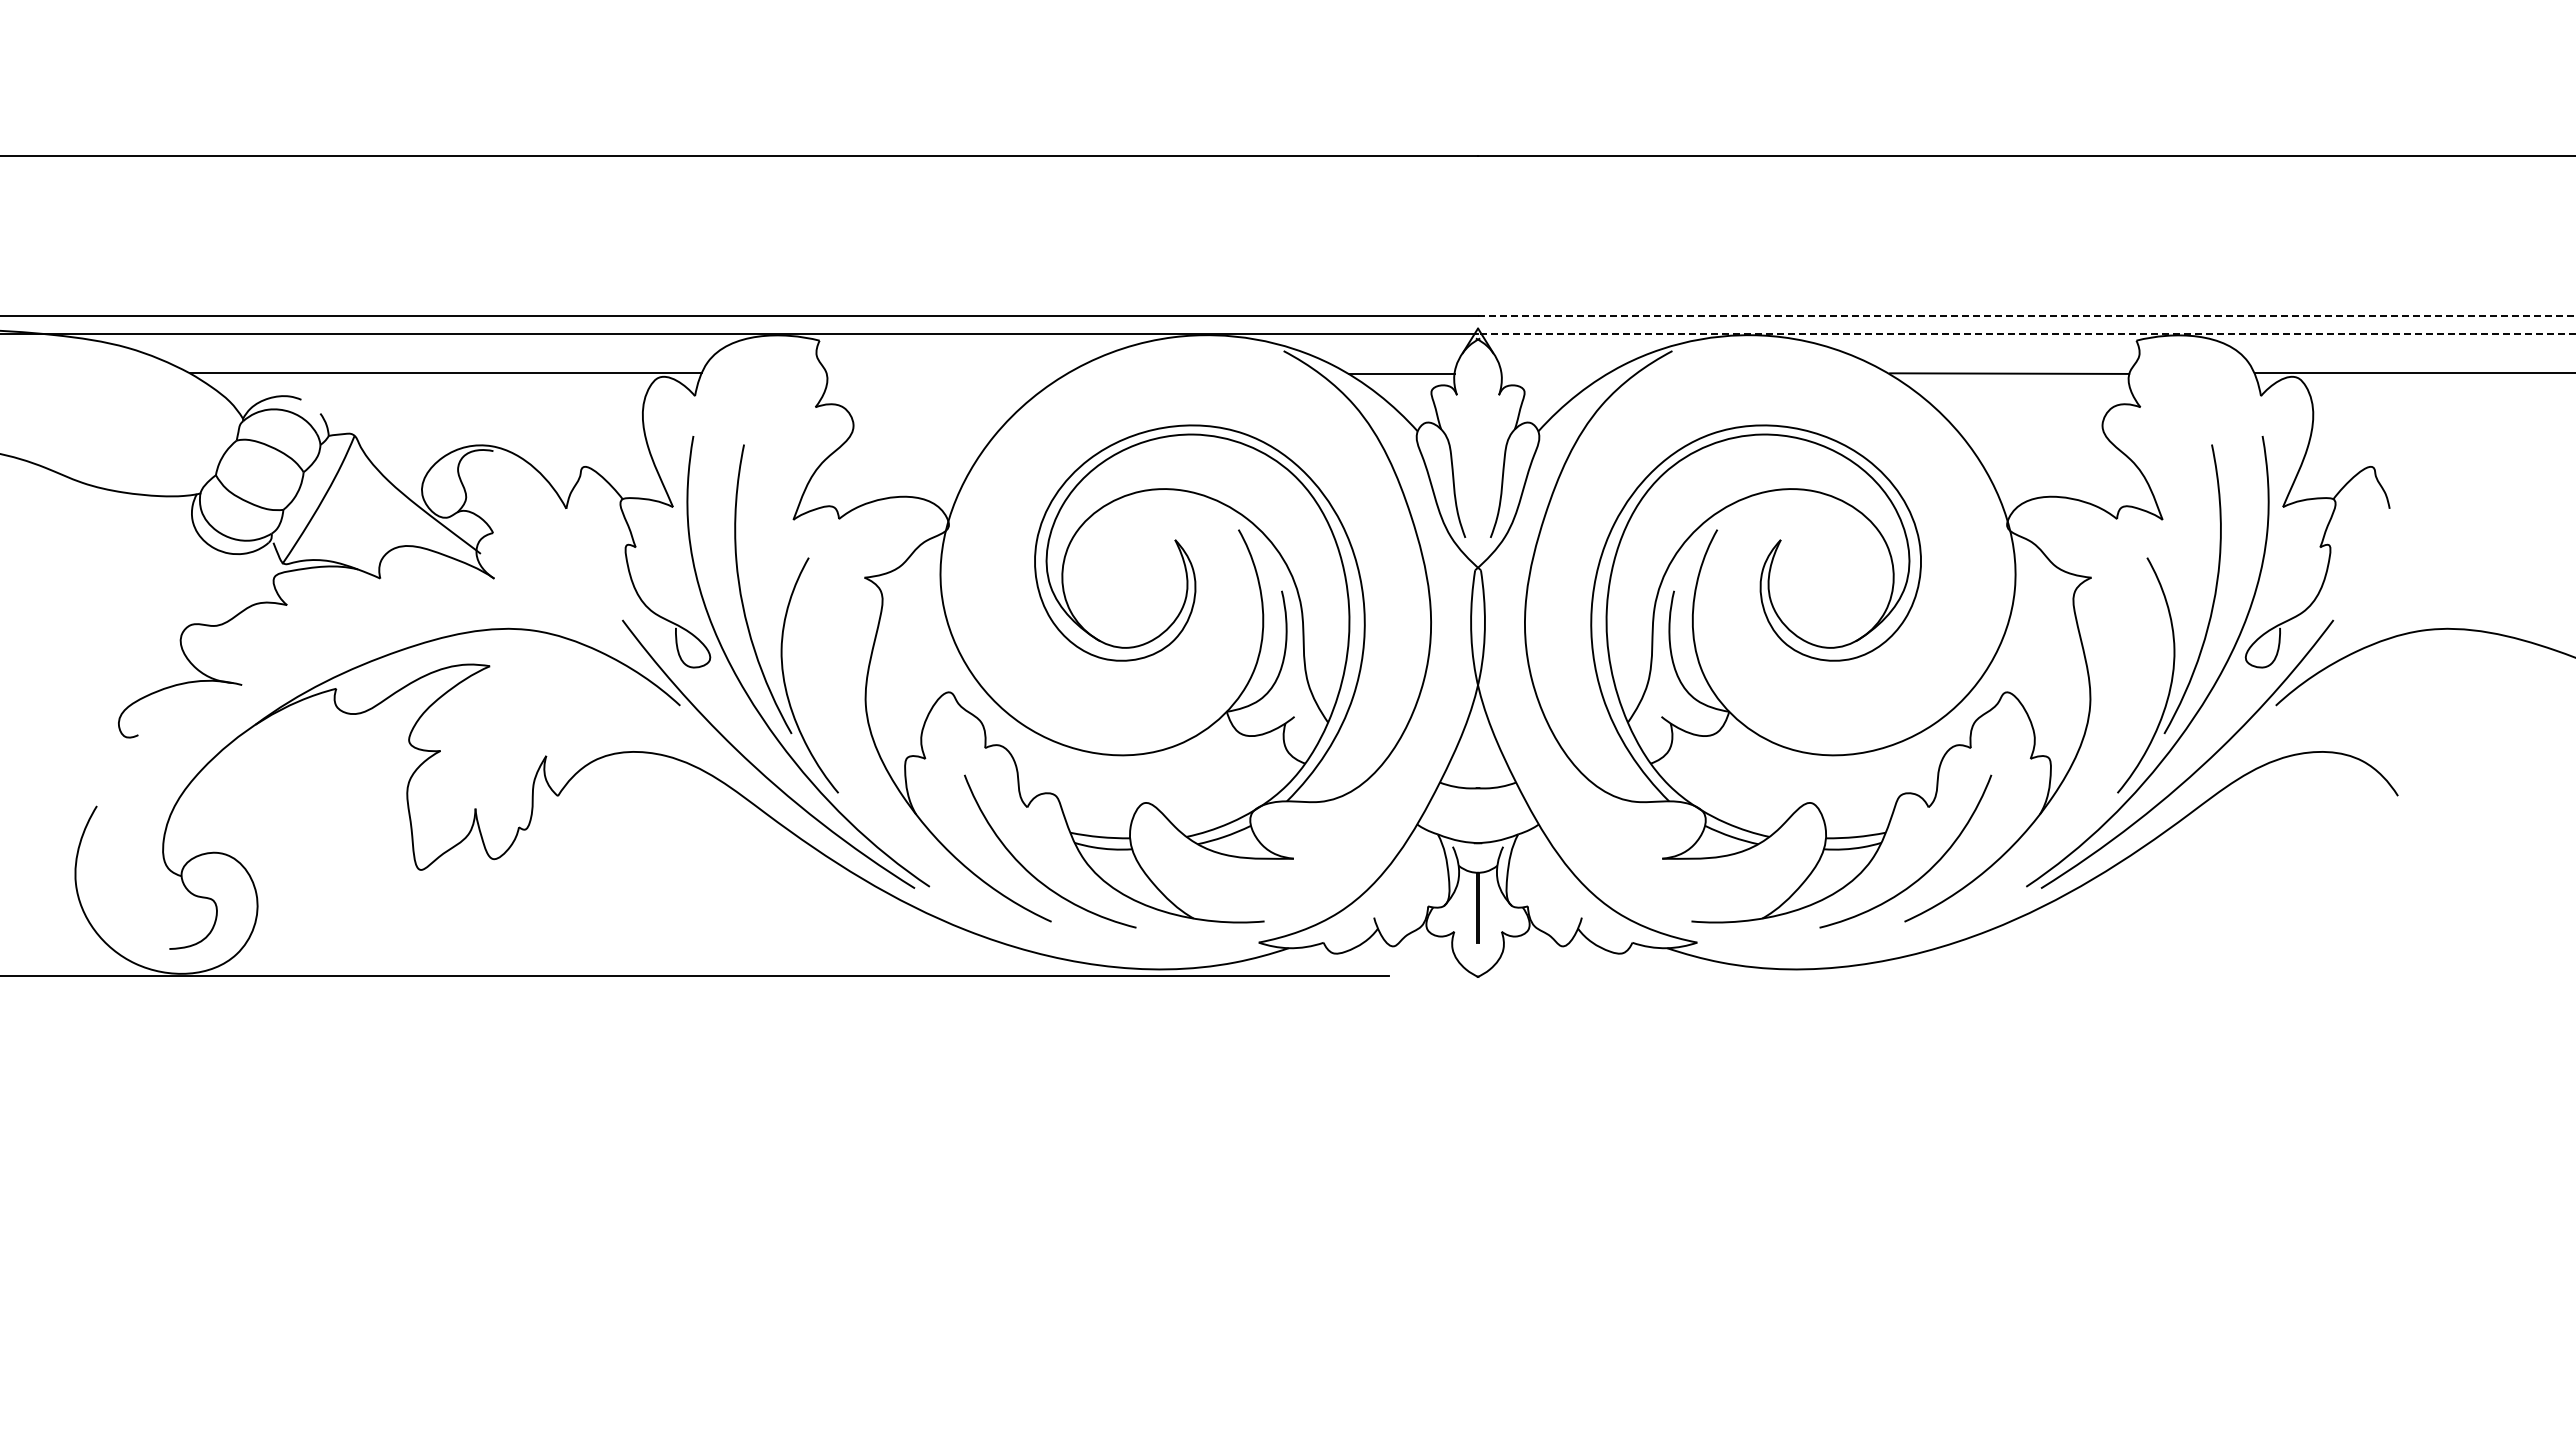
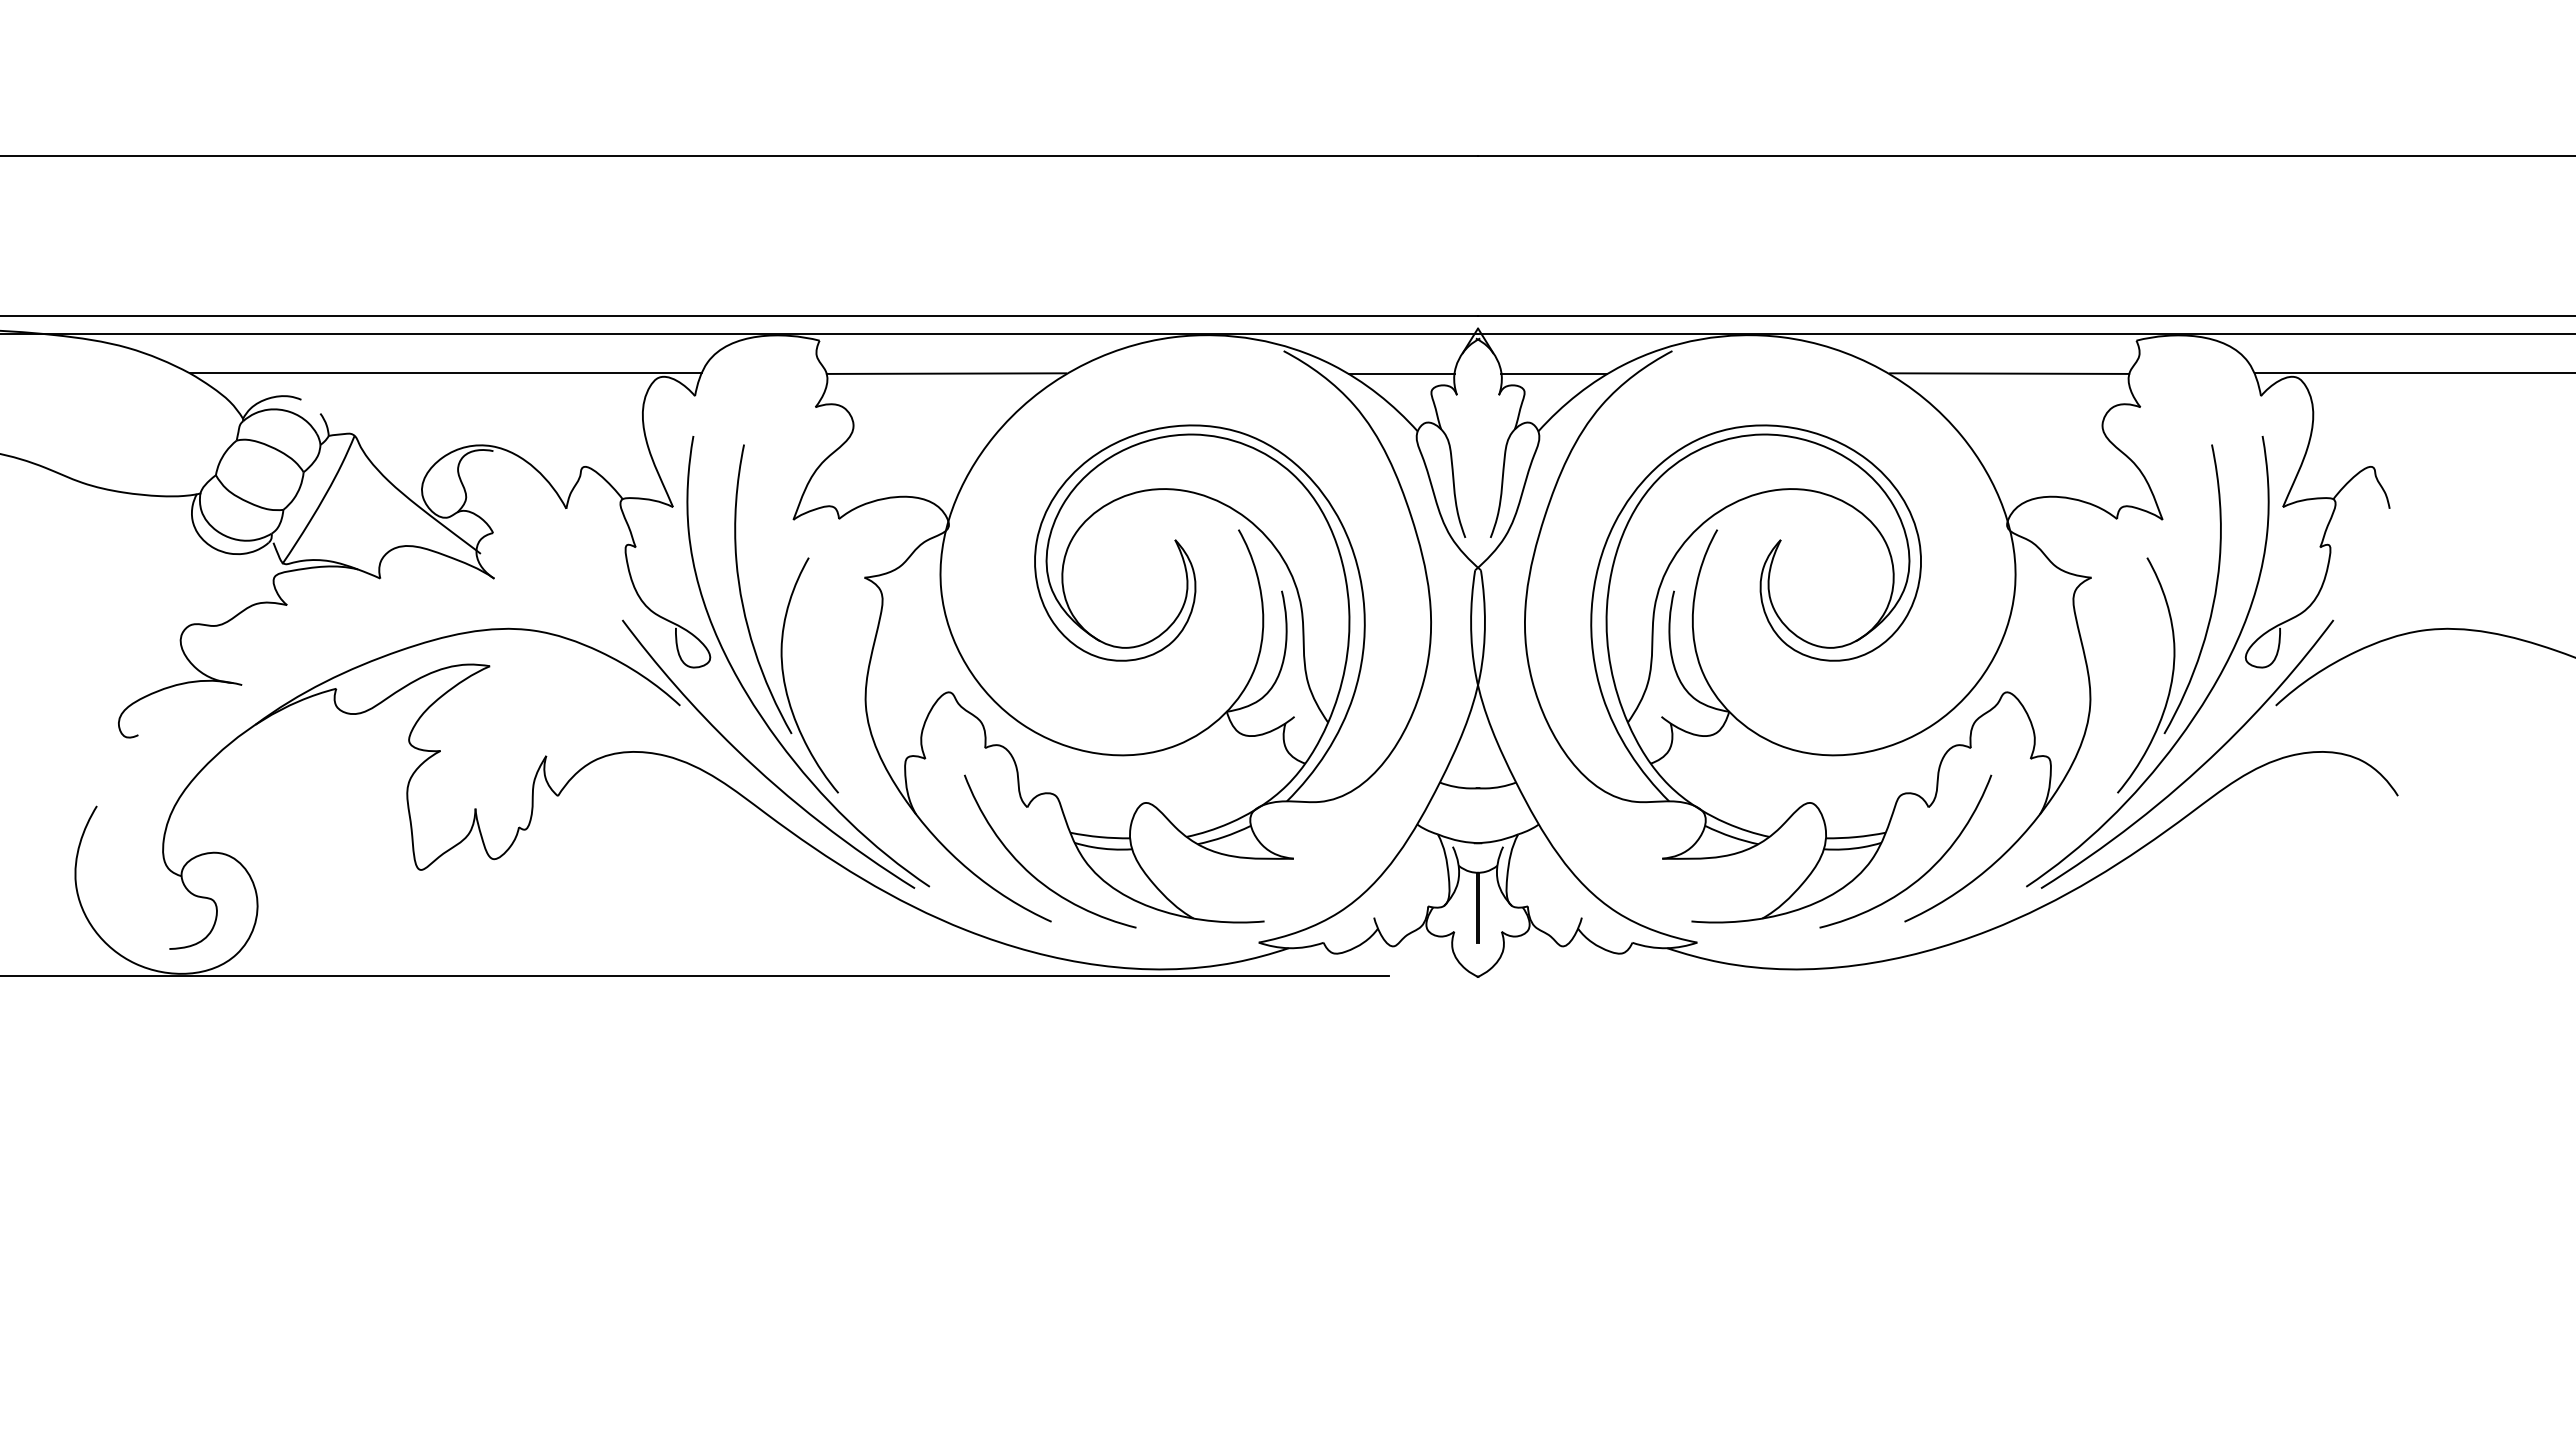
line at (2027, 315): dashed -> solid
line at (2026, 333): dashed -> solid
line at (946, 373): none -> present
line at (1553, 373): none -> present
